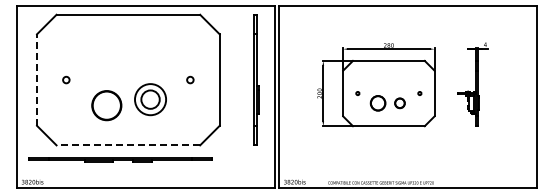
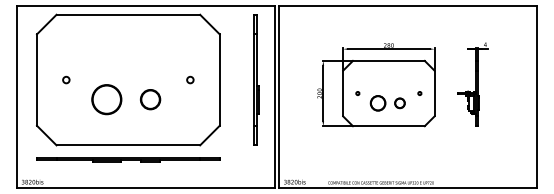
line at (36, 80): dashed -> solid
circle at (150, 99) diameter: 31 px -> 19 px
circle at (106, 105) position: (106, 105) -> (106, 99)
line at (128, 145): dashed -> solid
part at (120, 159) position: (120, 159) -> (128, 159)
